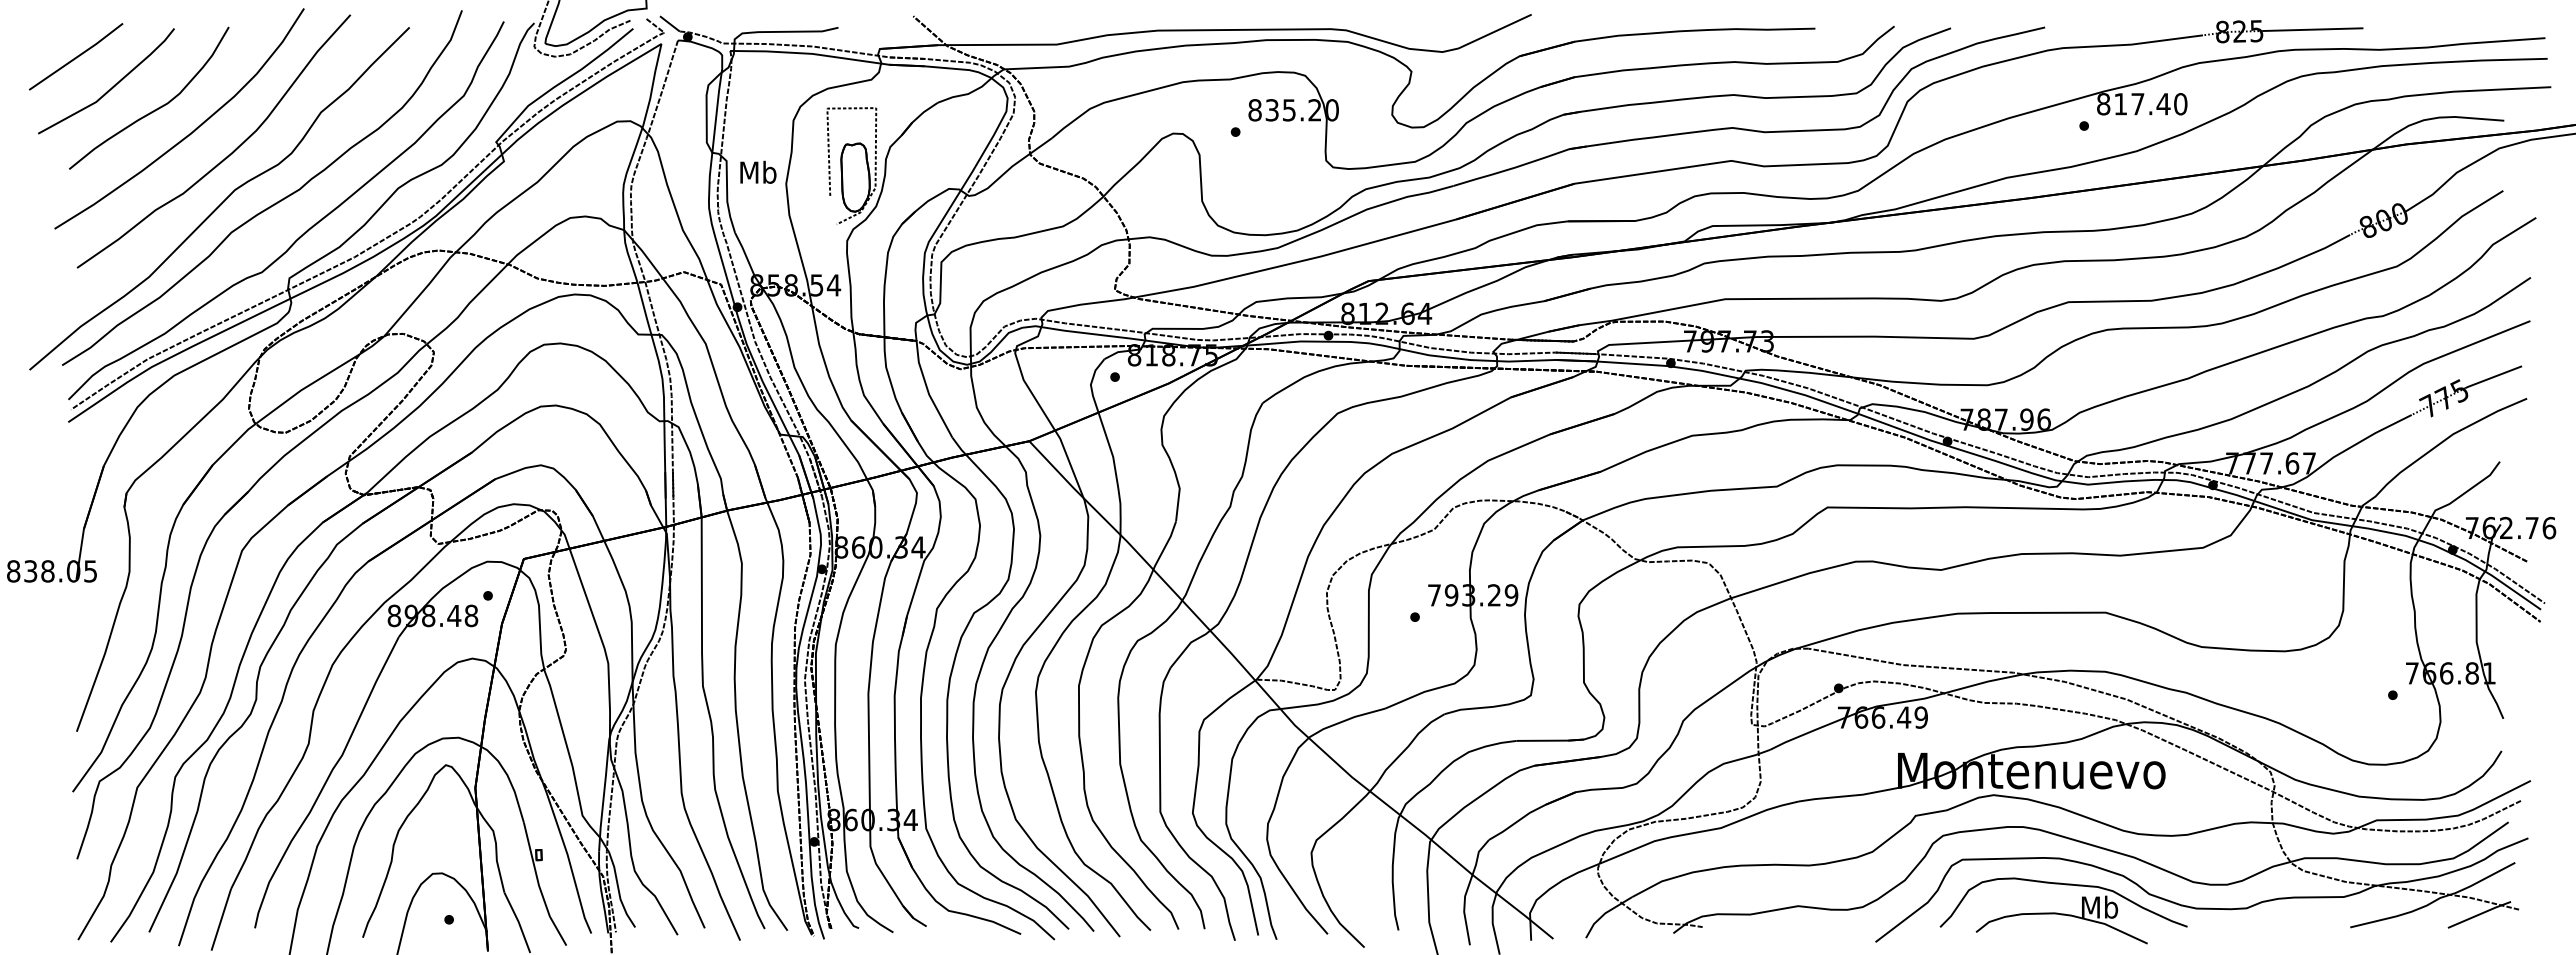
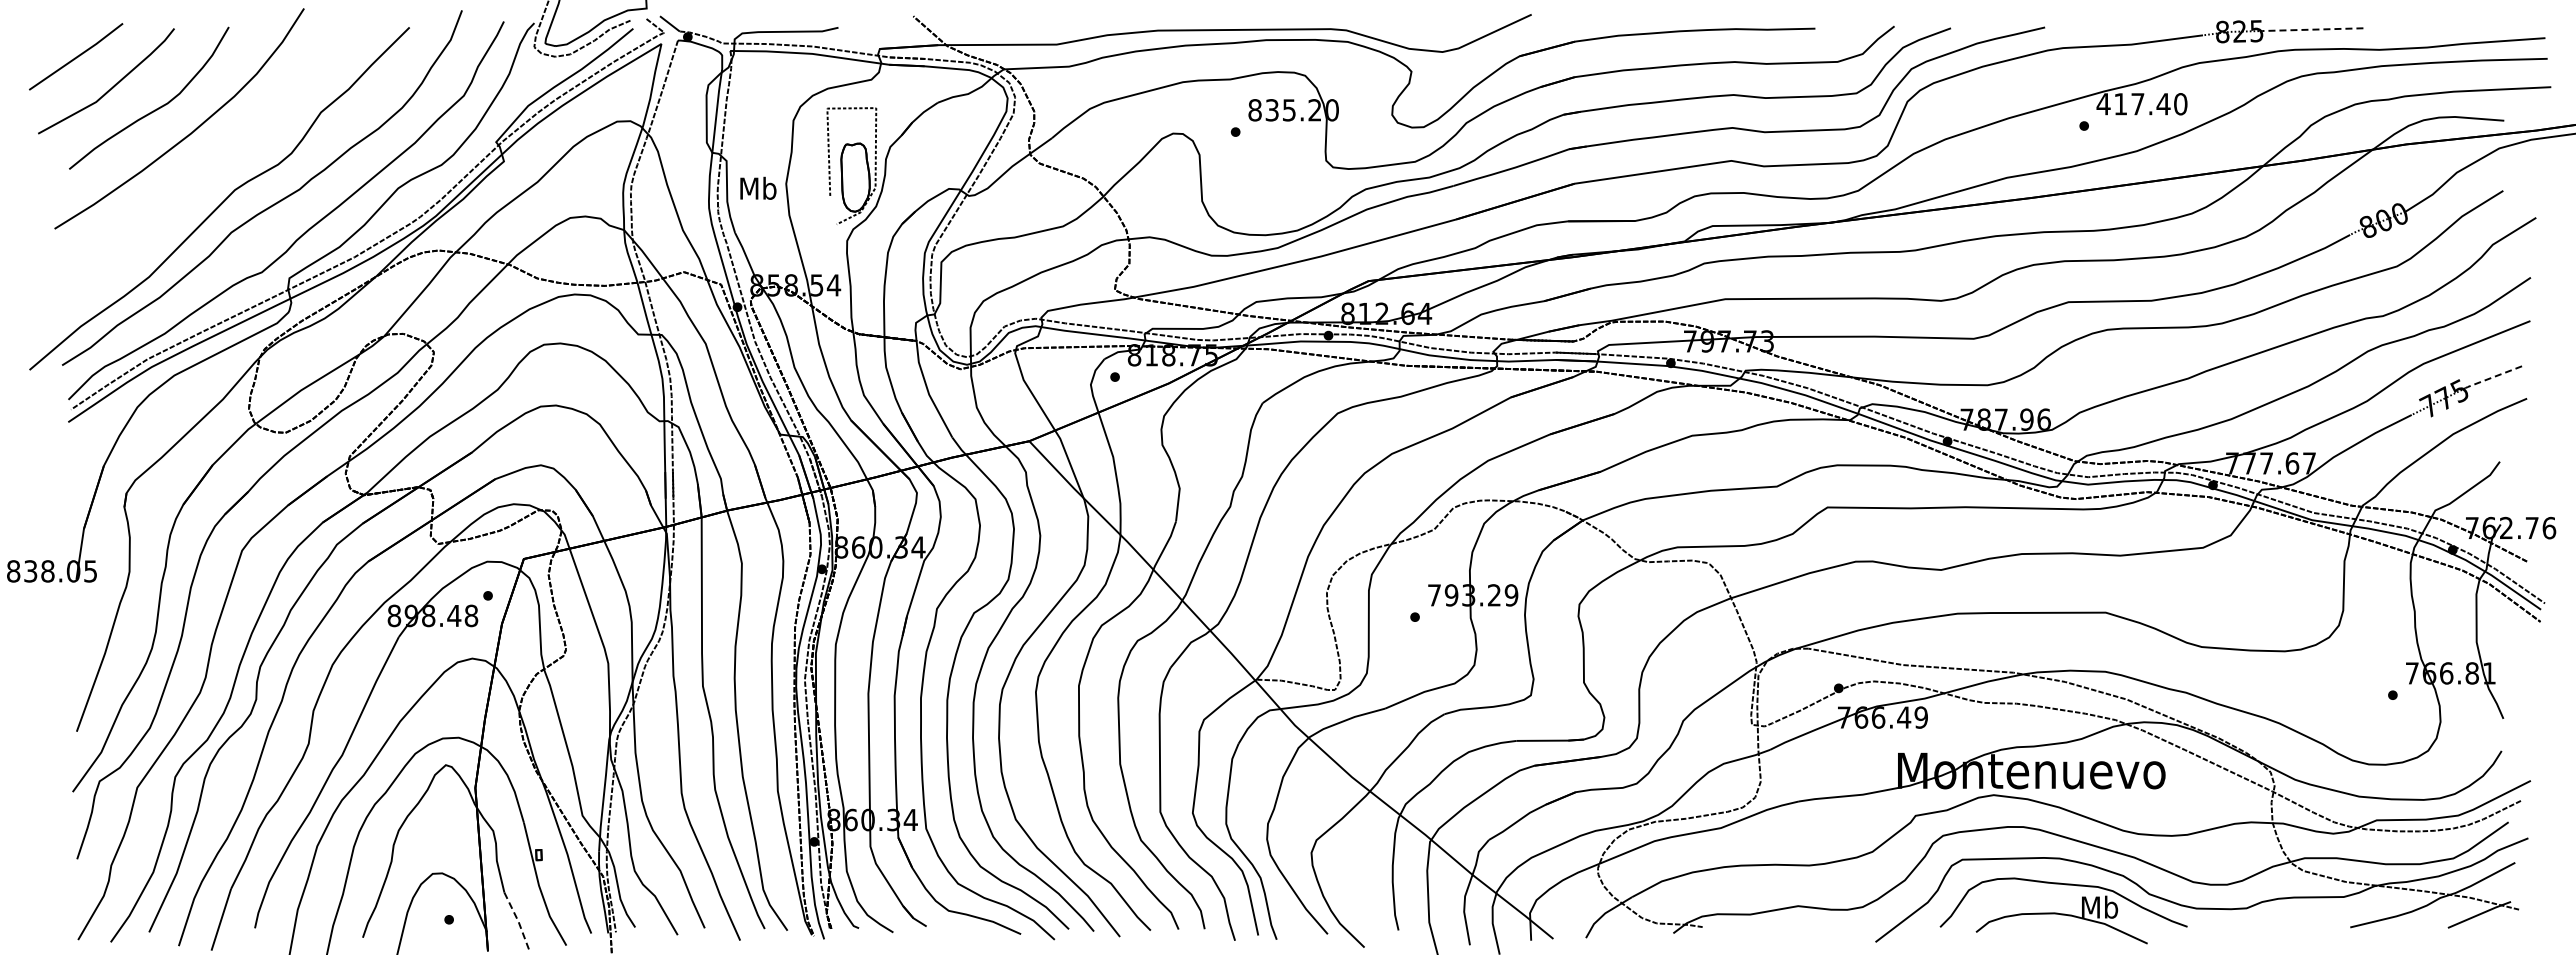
line at (2312, 29): solid -> dashed
text at (2103, 104): 817.40 -> 417.40
curve at (227, 155): present -> none
text at (758, 171) position: (758, 171) -> (758, 187)
line at (2492, 377): solid -> dashed
line at (518, 921): solid -> dashed
